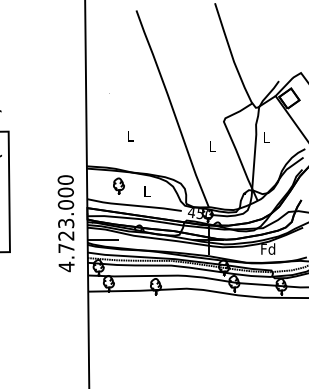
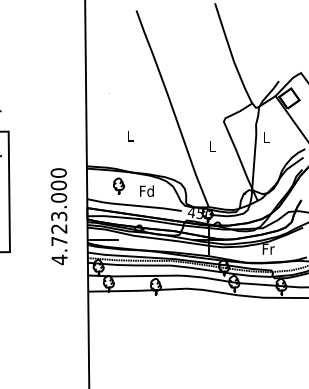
text at (146, 190): L -> Fd
text at (65, 223) position: (65, 223) -> (58, 216)
text at (268, 248): Fd -> Fr
